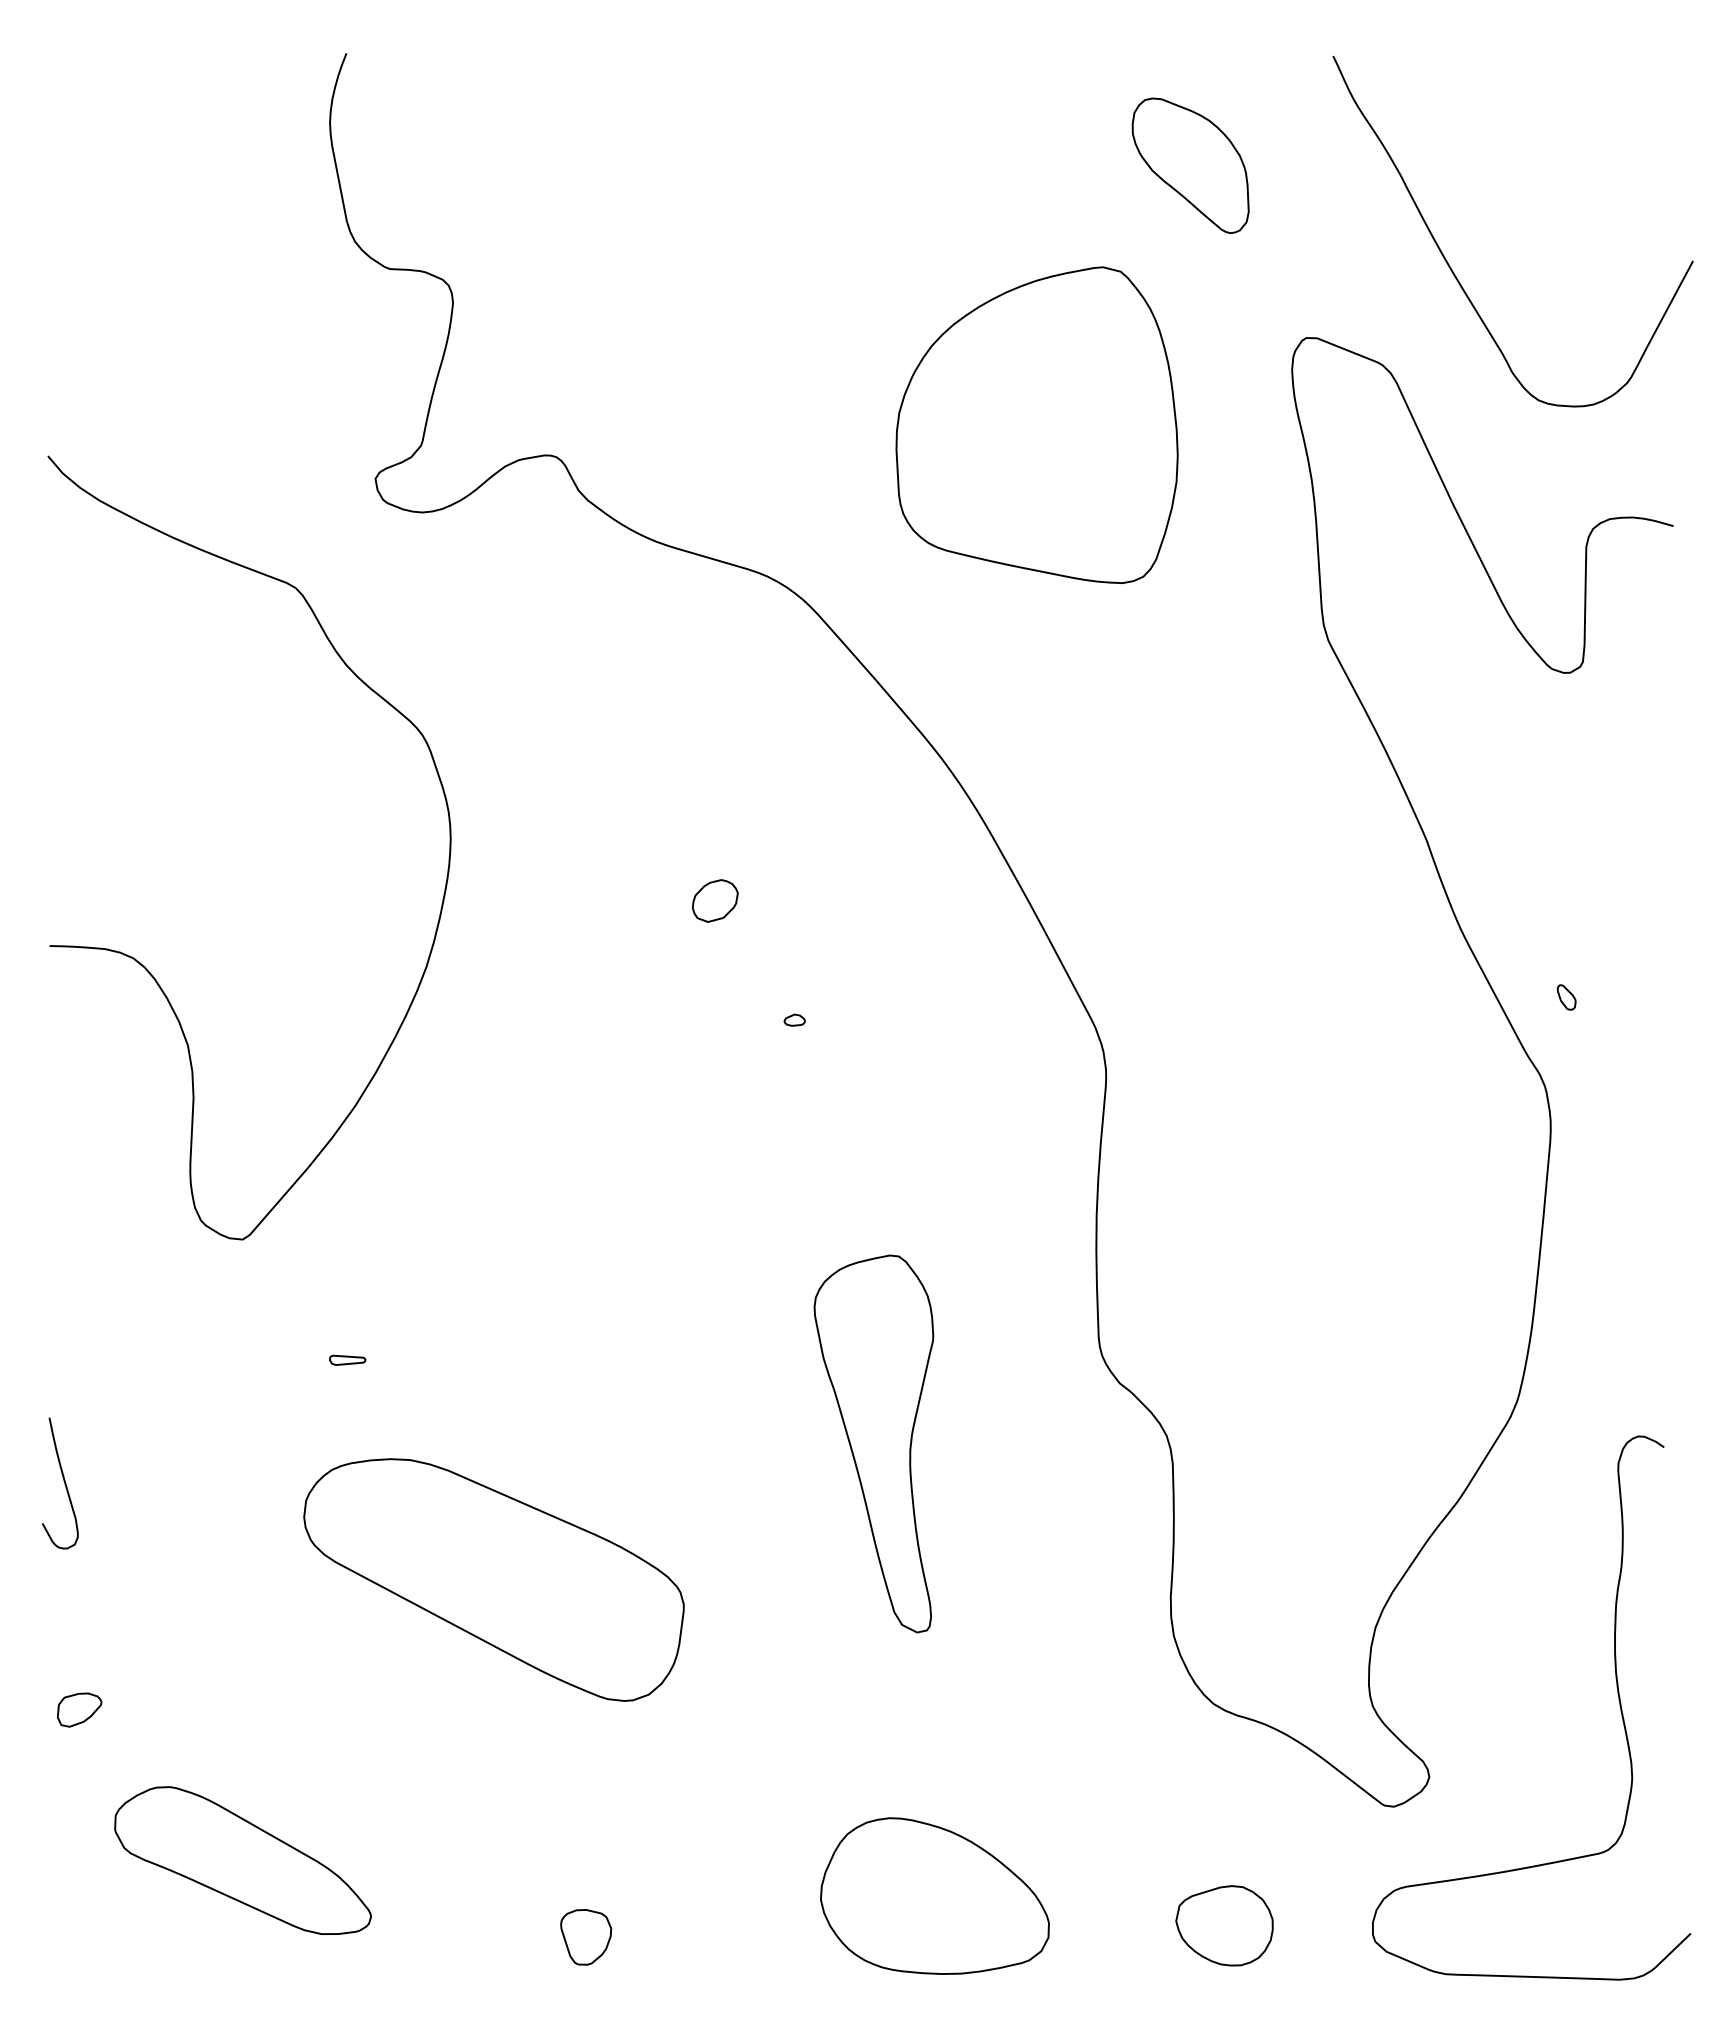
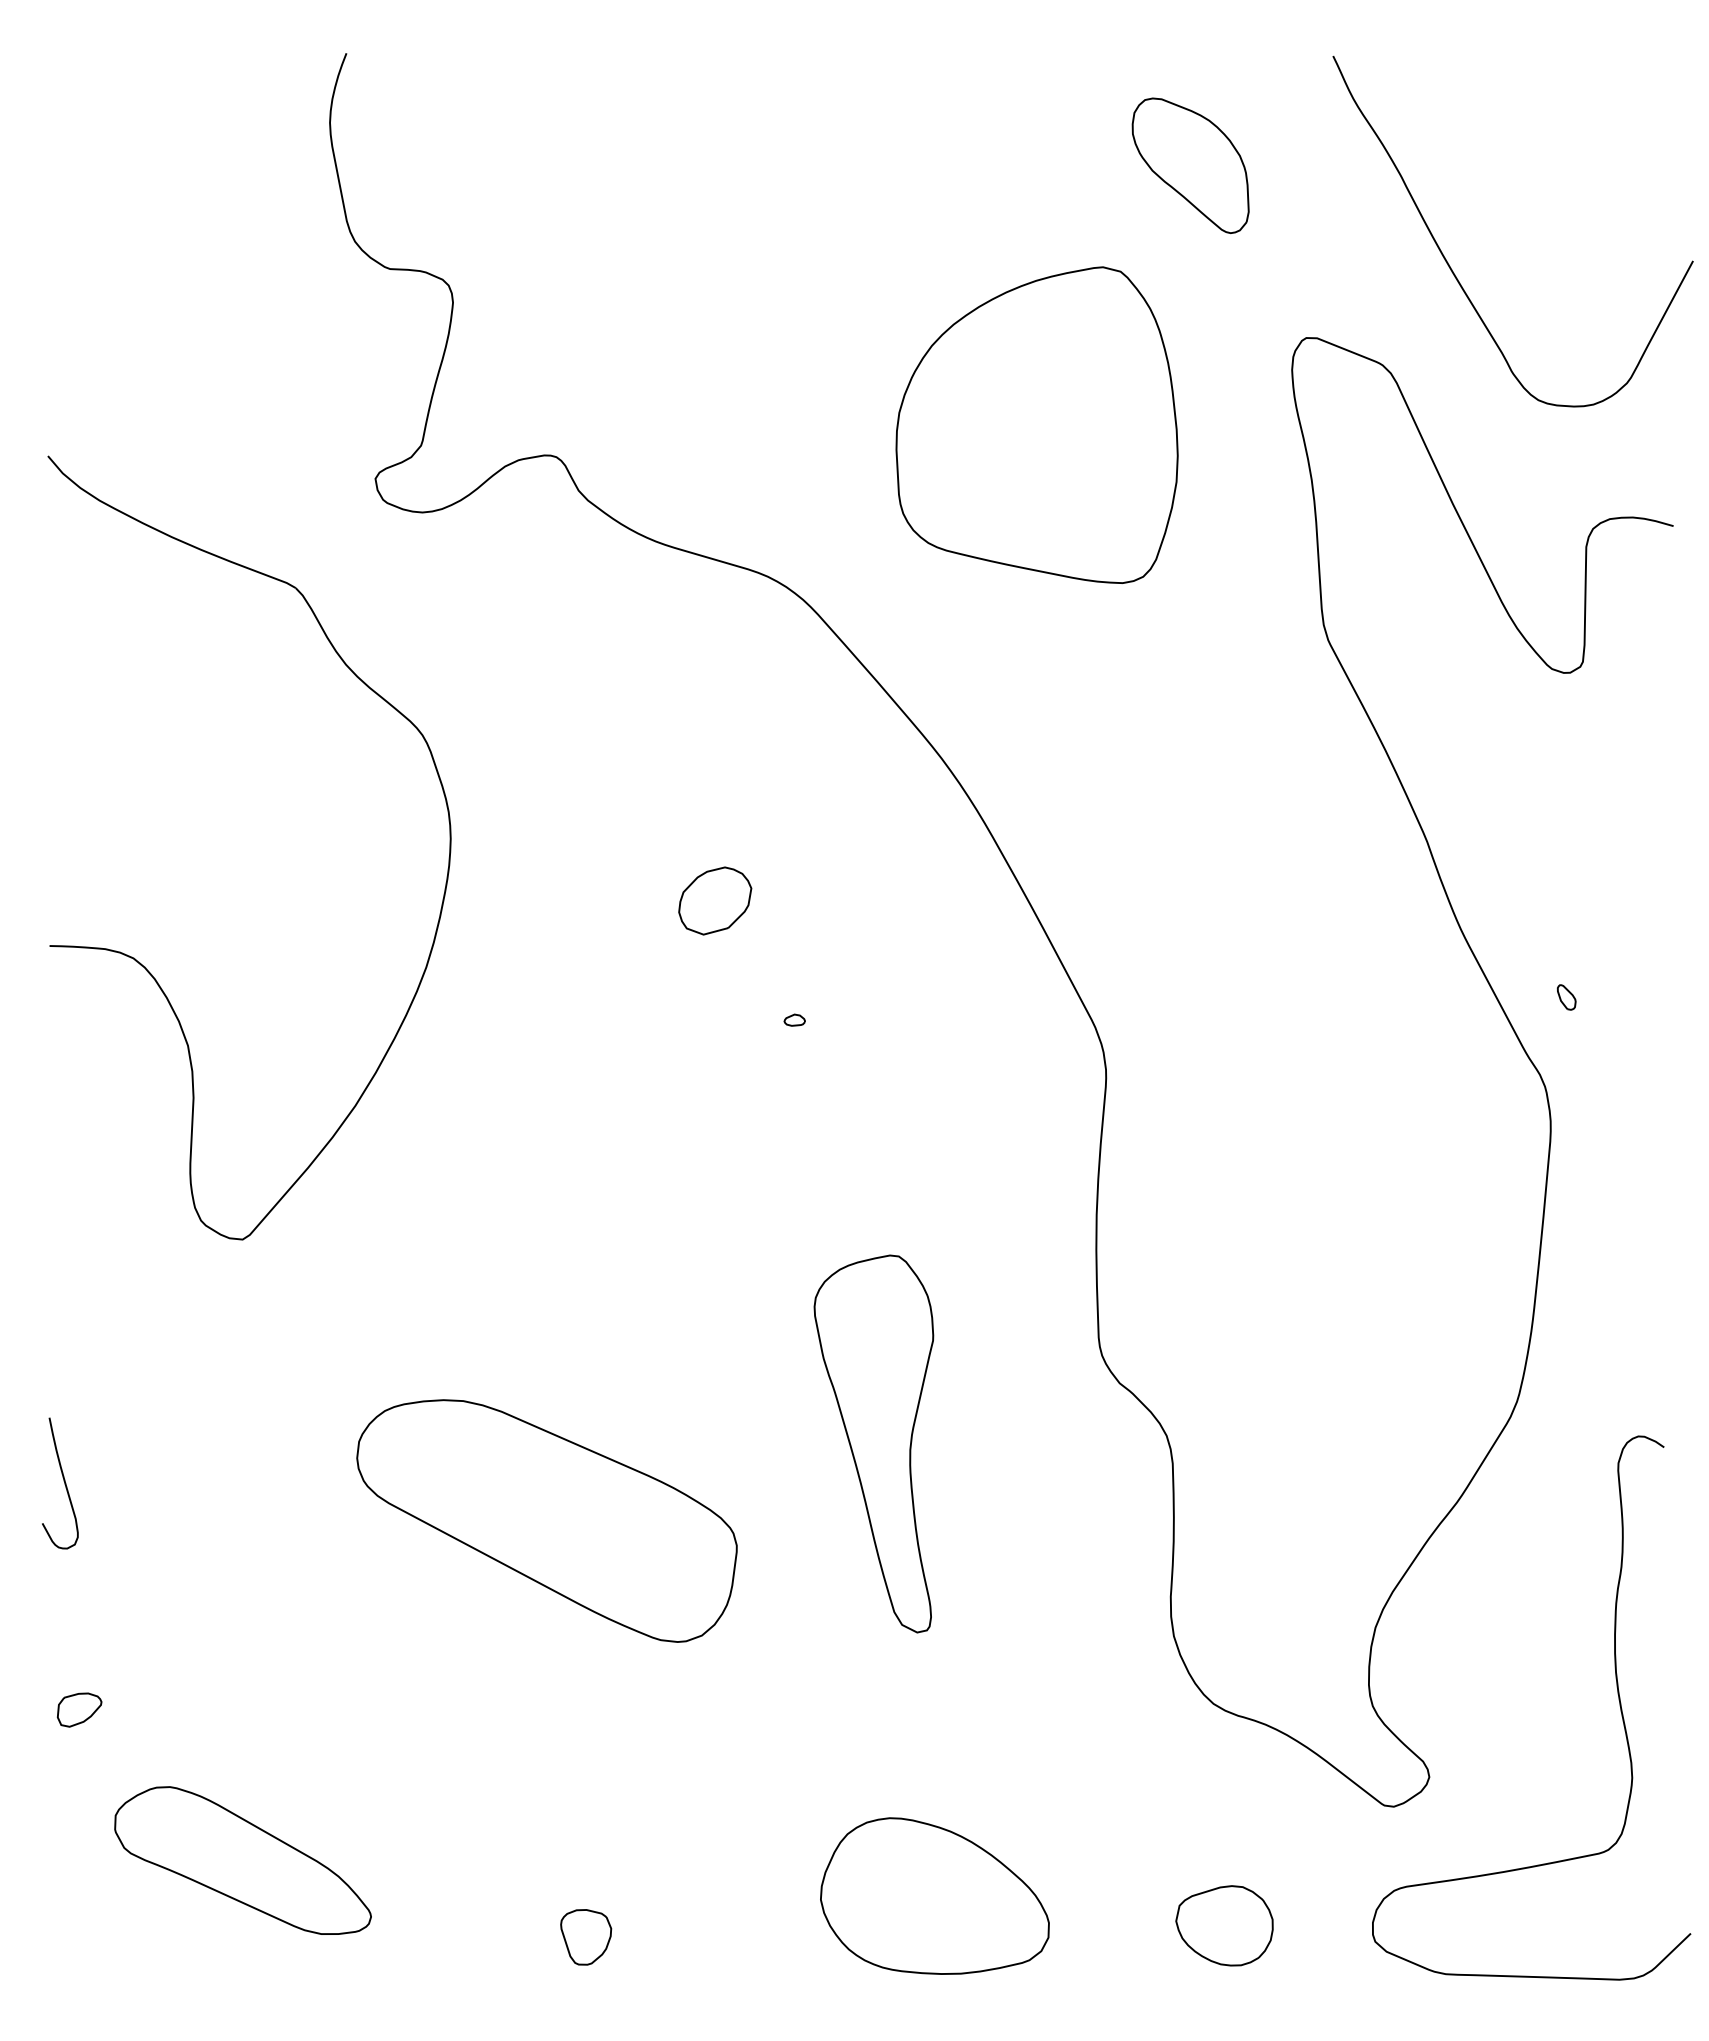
part at (715, 900) size: 47x44 px -> 75x70 px
part at (347, 1359): present -> none
part at (493, 1579) position: (493, 1579) -> (546, 1520)
